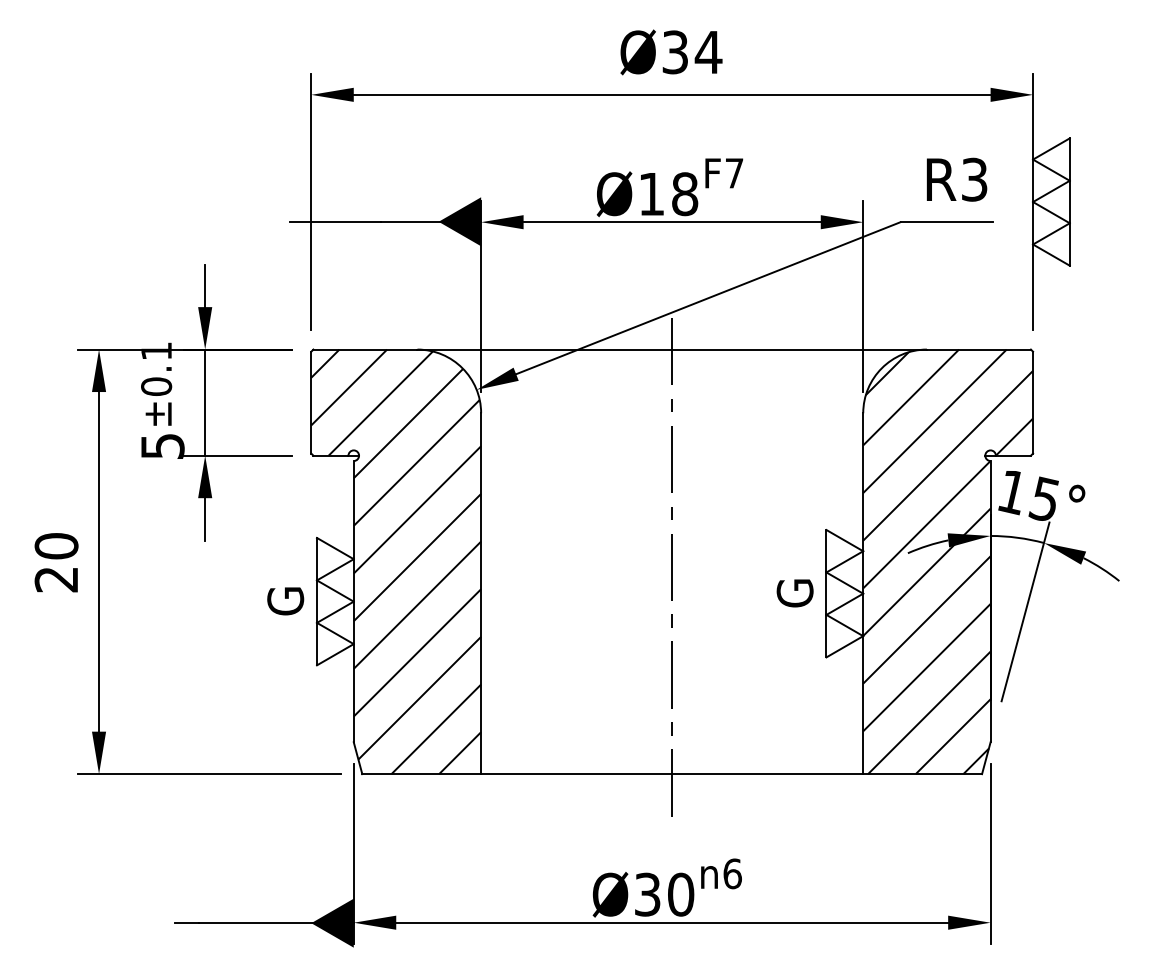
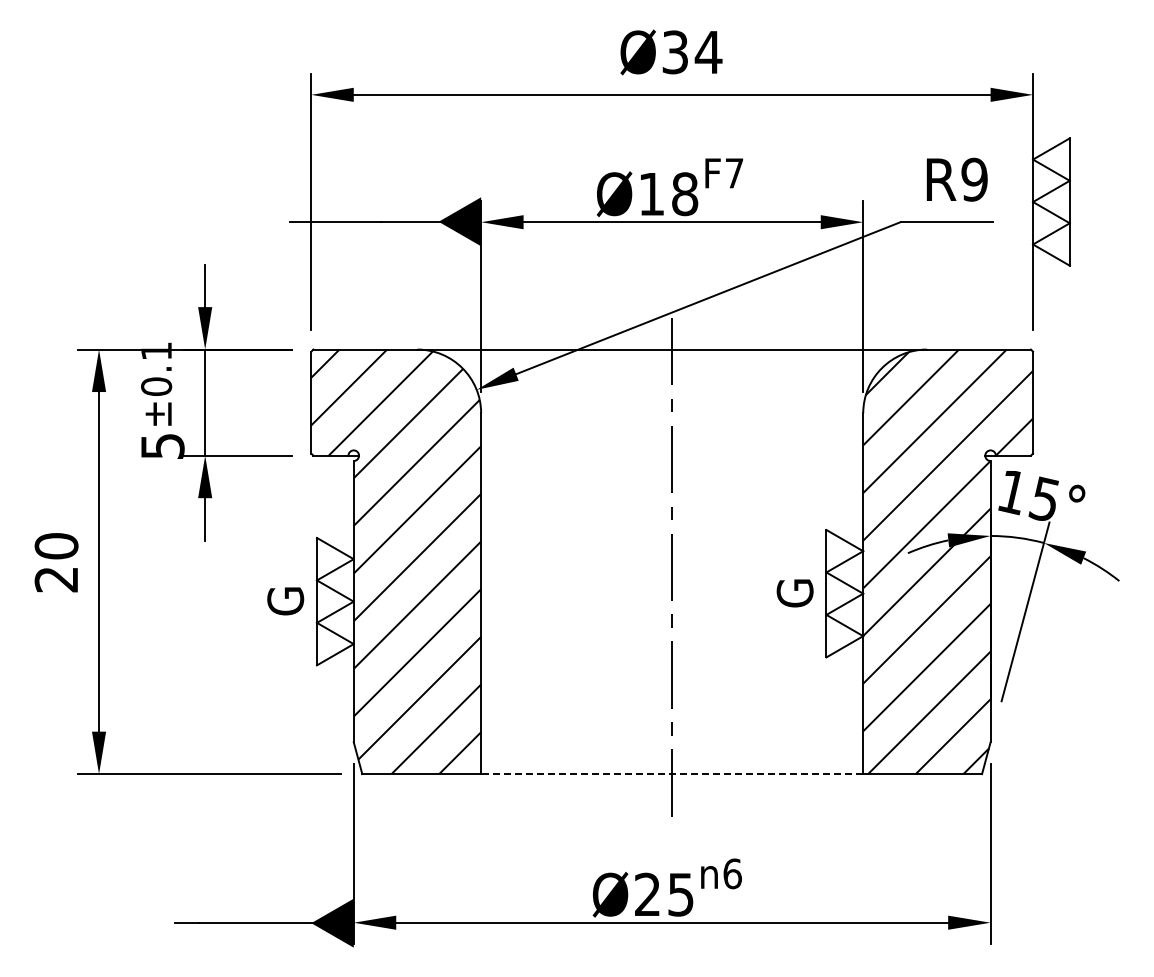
text at (974, 179): R3 -> R9
line at (671, 774): solid -> dashed
text at (664, 894): Ø30 -> Ø25
